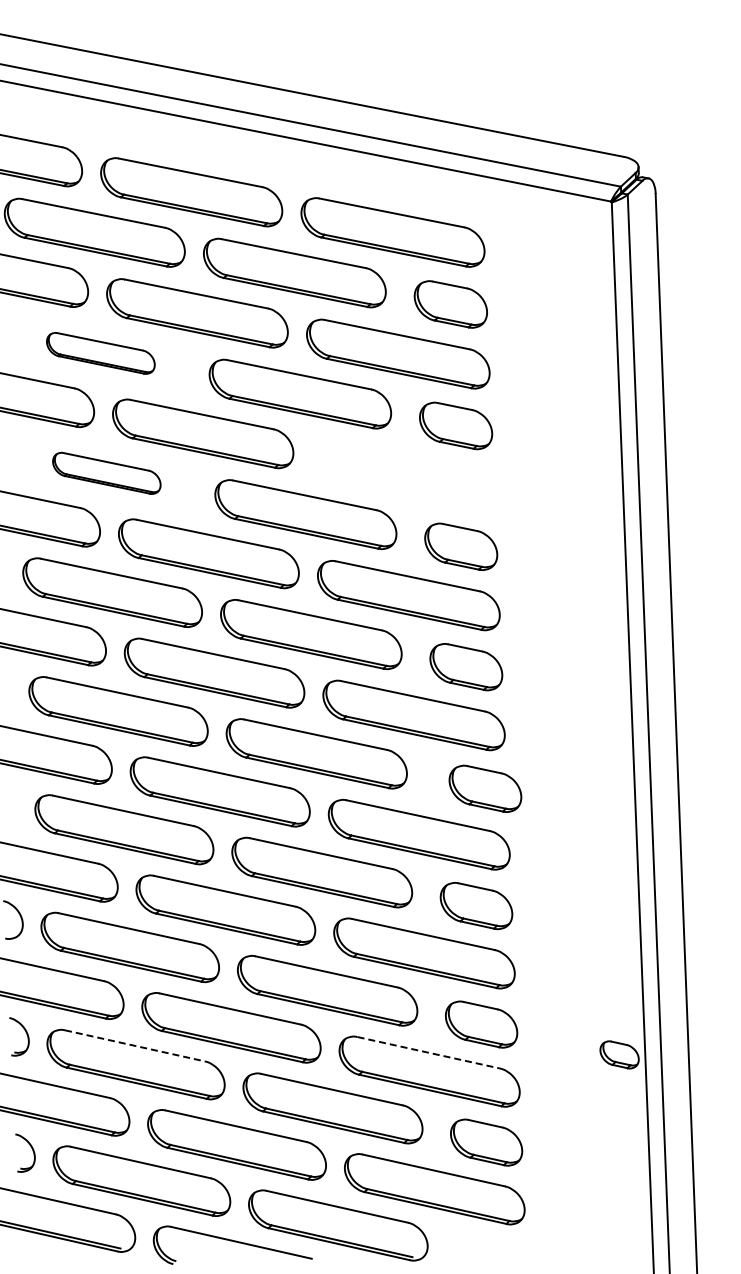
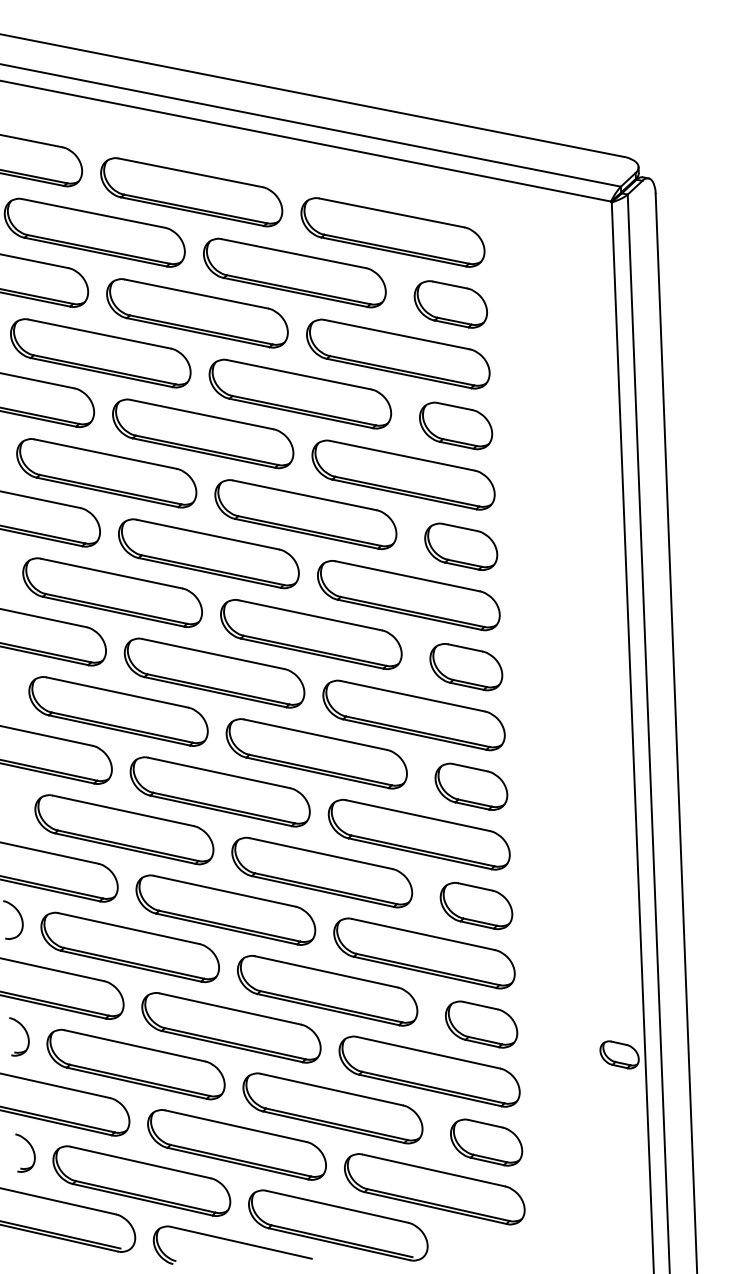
part at (100, 353) size: 110x43 px -> 182x71 px
part at (106, 472) size: 110x44 px -> 182x71 px
part at (403, 474): none -> present
part at (485, 788) position: (485, 788) -> (471, 786)
line at (135, 1045): dashed -> solid
line at (428, 1052): dashed -> solid
